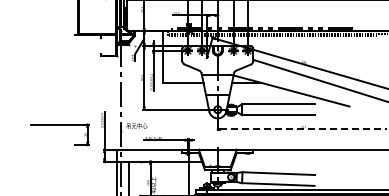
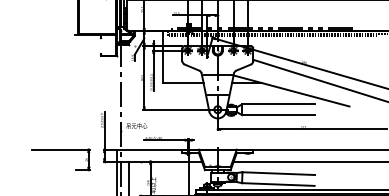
part at (59, 125) position: (59, 125) -> (60, 150)
line at (303, 129): dashed -> solid
line at (309, 161): none -> present
